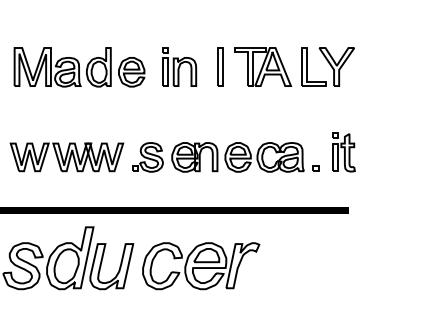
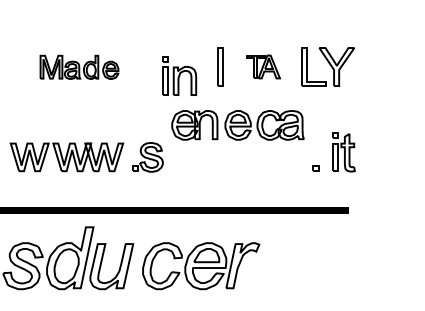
part at (179, 66) position: (179, 66) -> (179, 75)
part at (263, 66) size: 59x40 px -> 36x26 px
part at (79, 67) size: 133x41 px -> 81x26 px
part at (237, 157) position: (237, 157) -> (237, 125)
